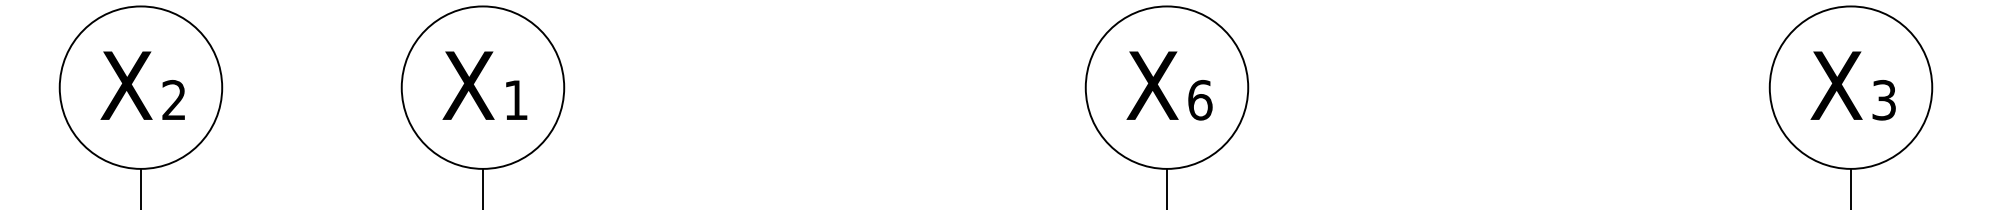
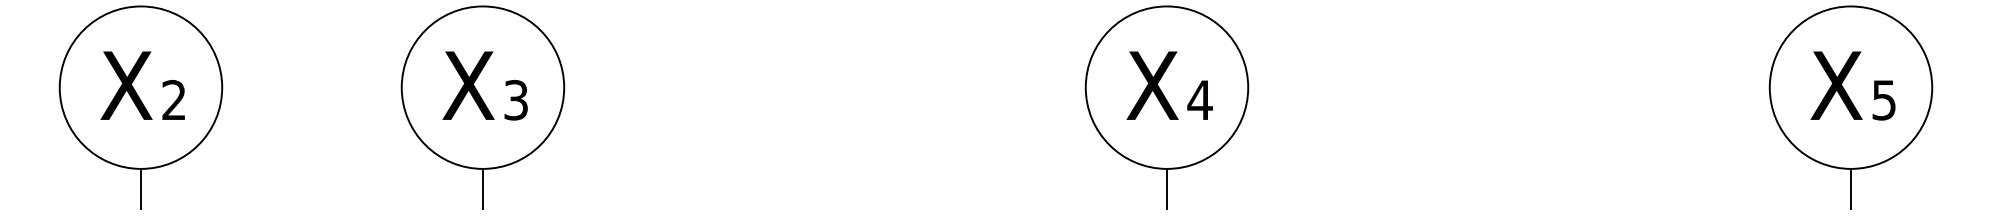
text at (515, 99): 1 -> 3
text at (1199, 99): 6 -> 4
text at (1884, 99): 3 -> 5
